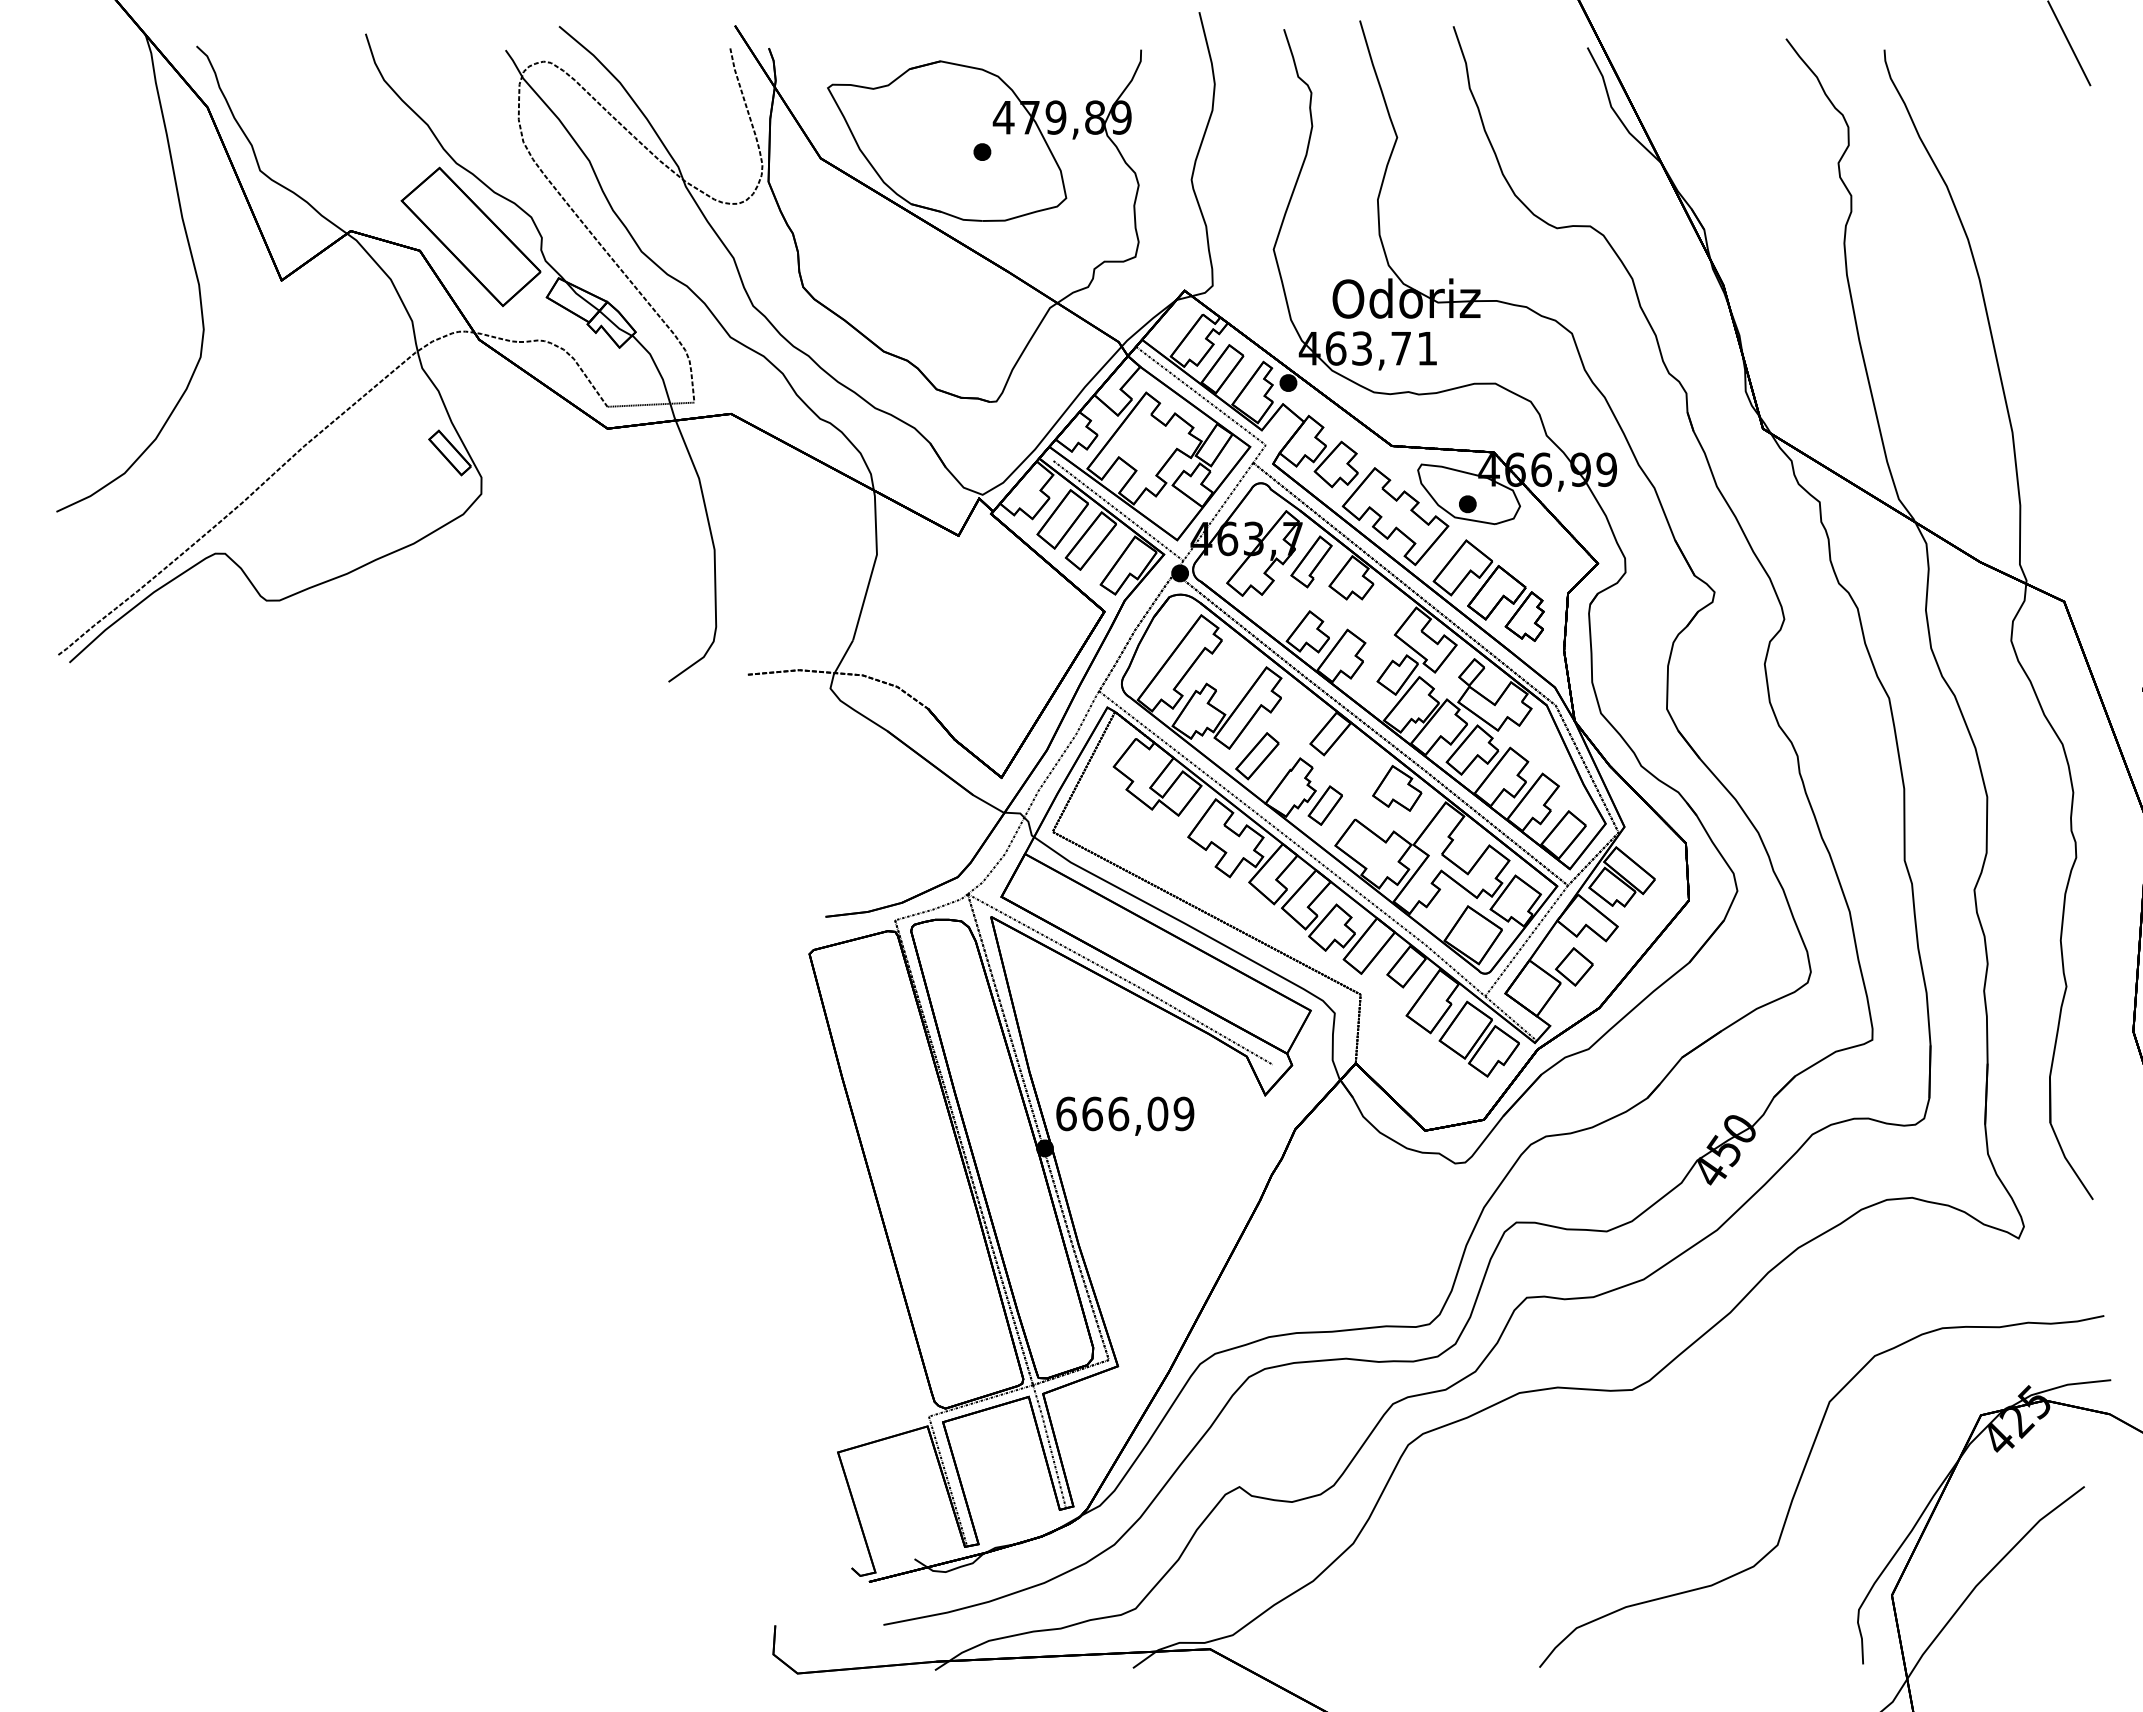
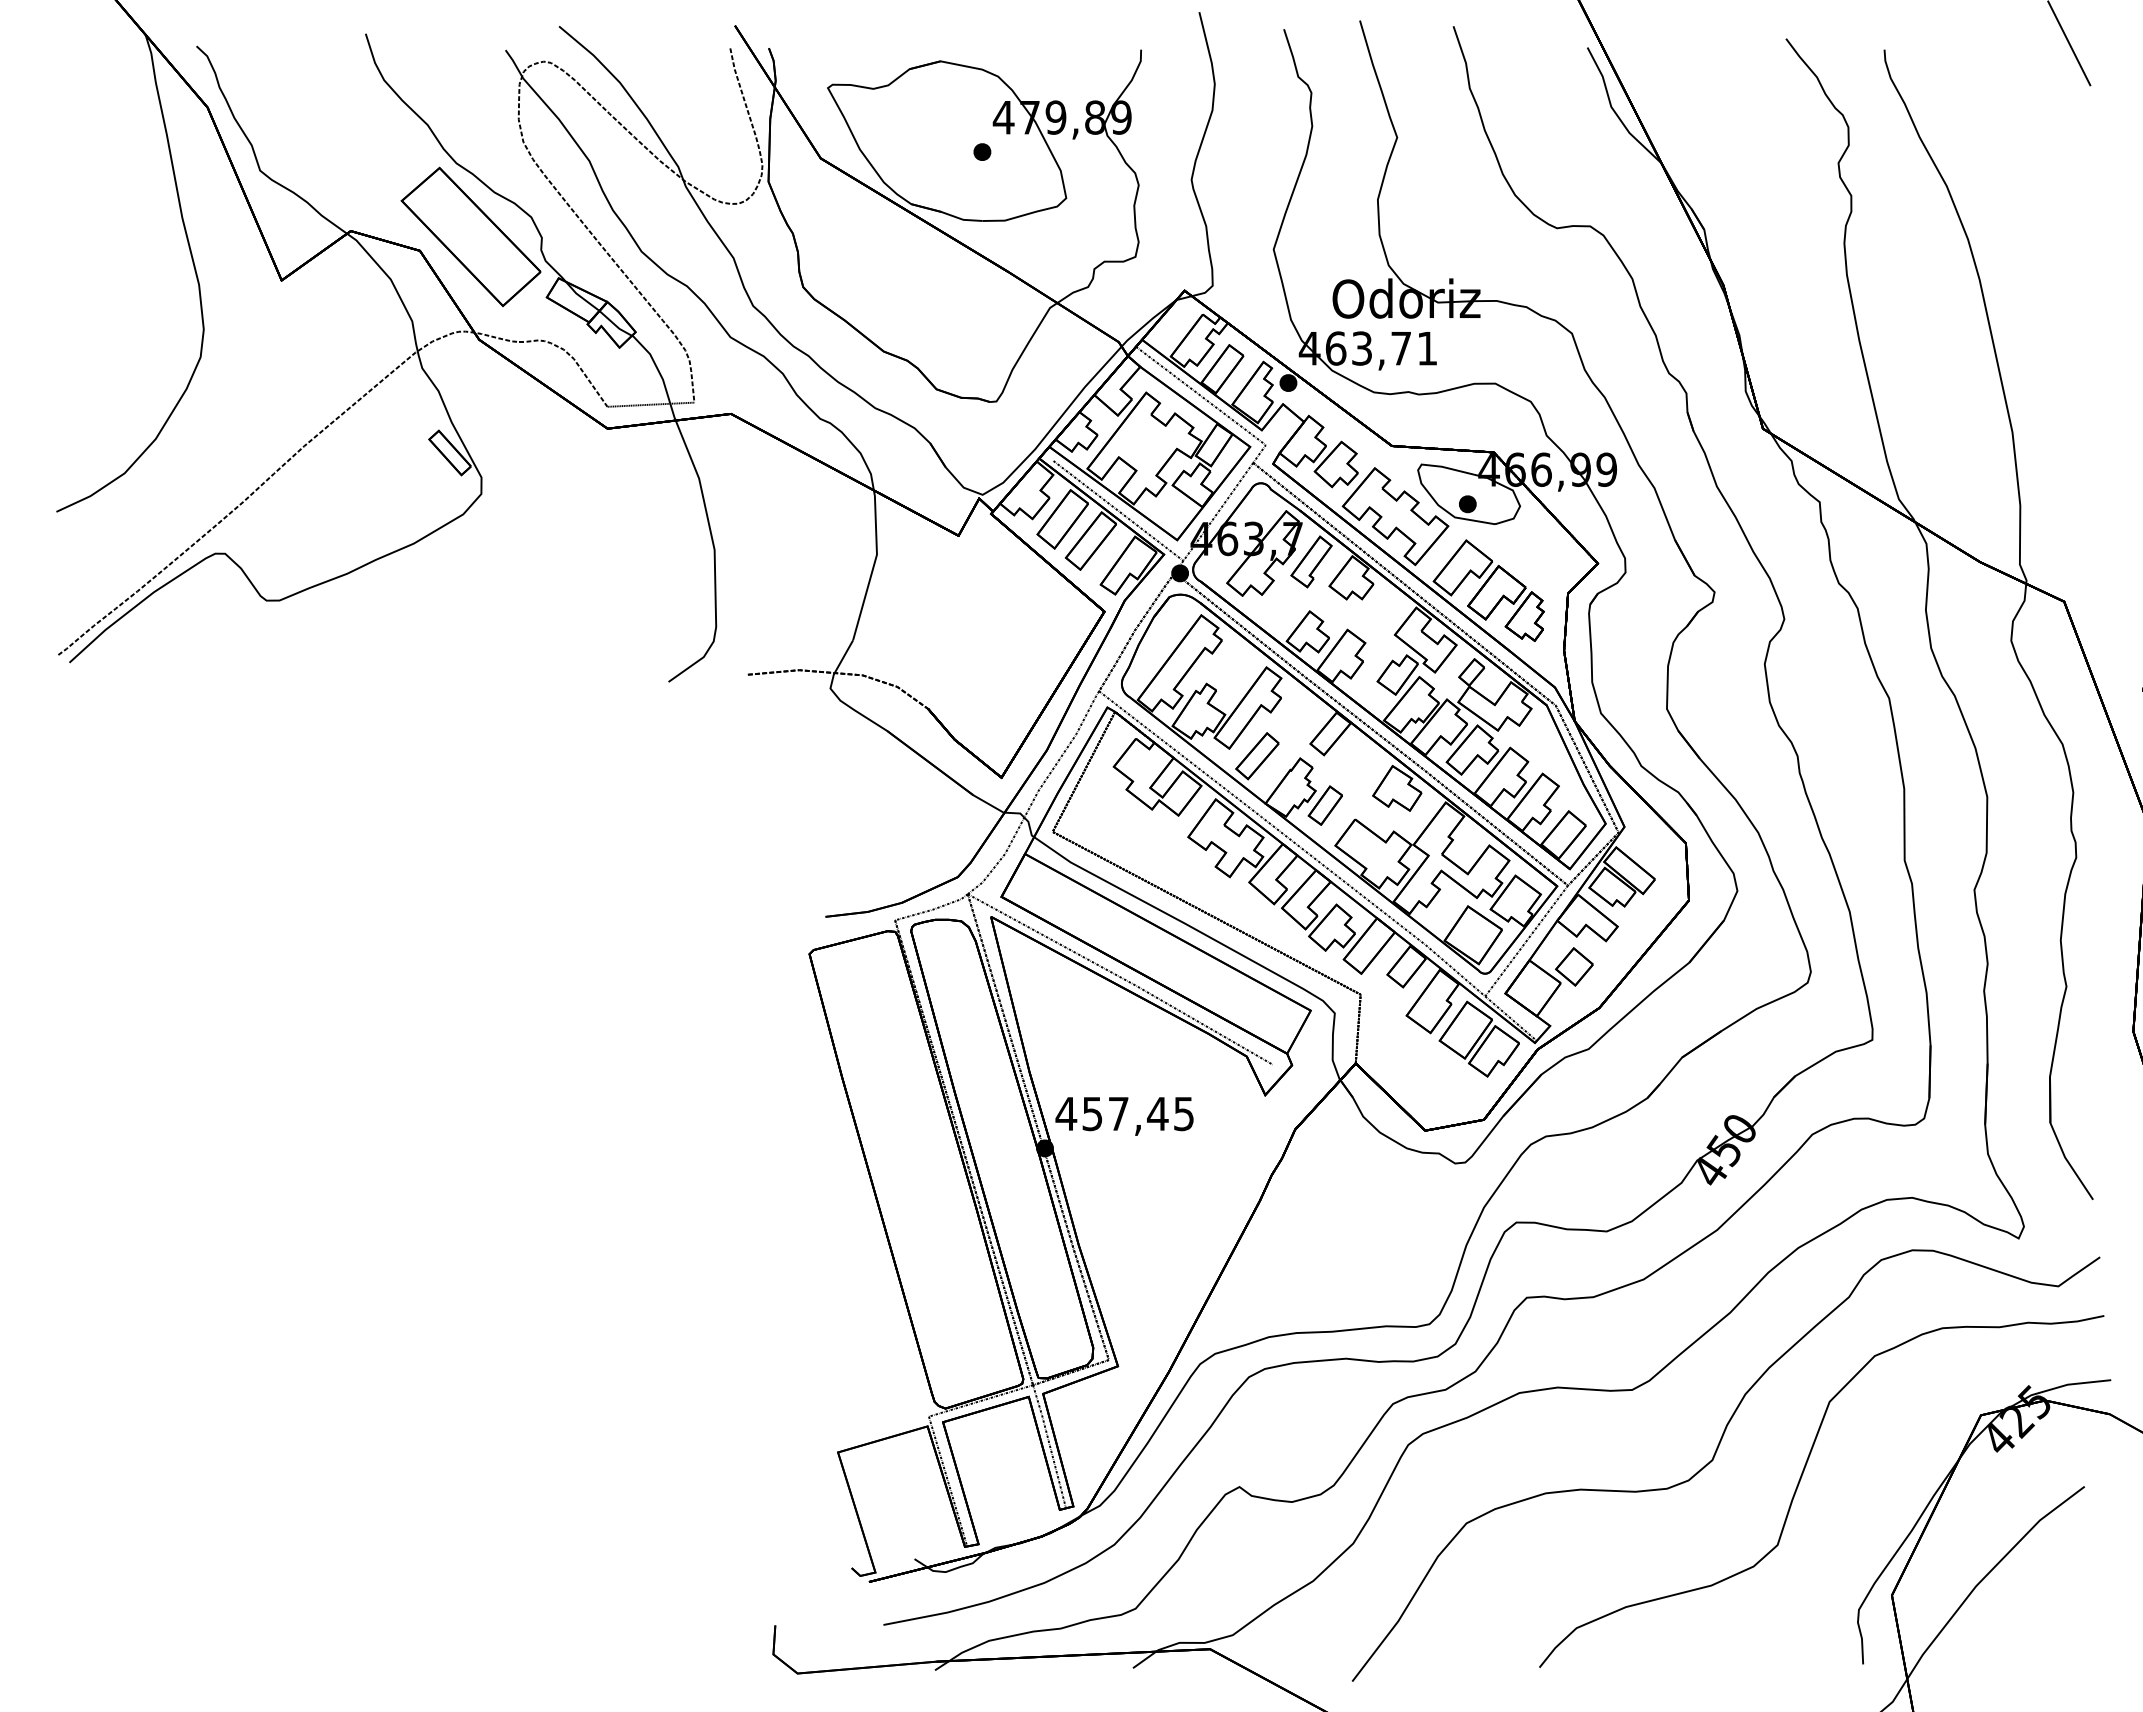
text at (1124, 1113): 666,09 -> 457,45
curve at (1713, 1460): none -> present
